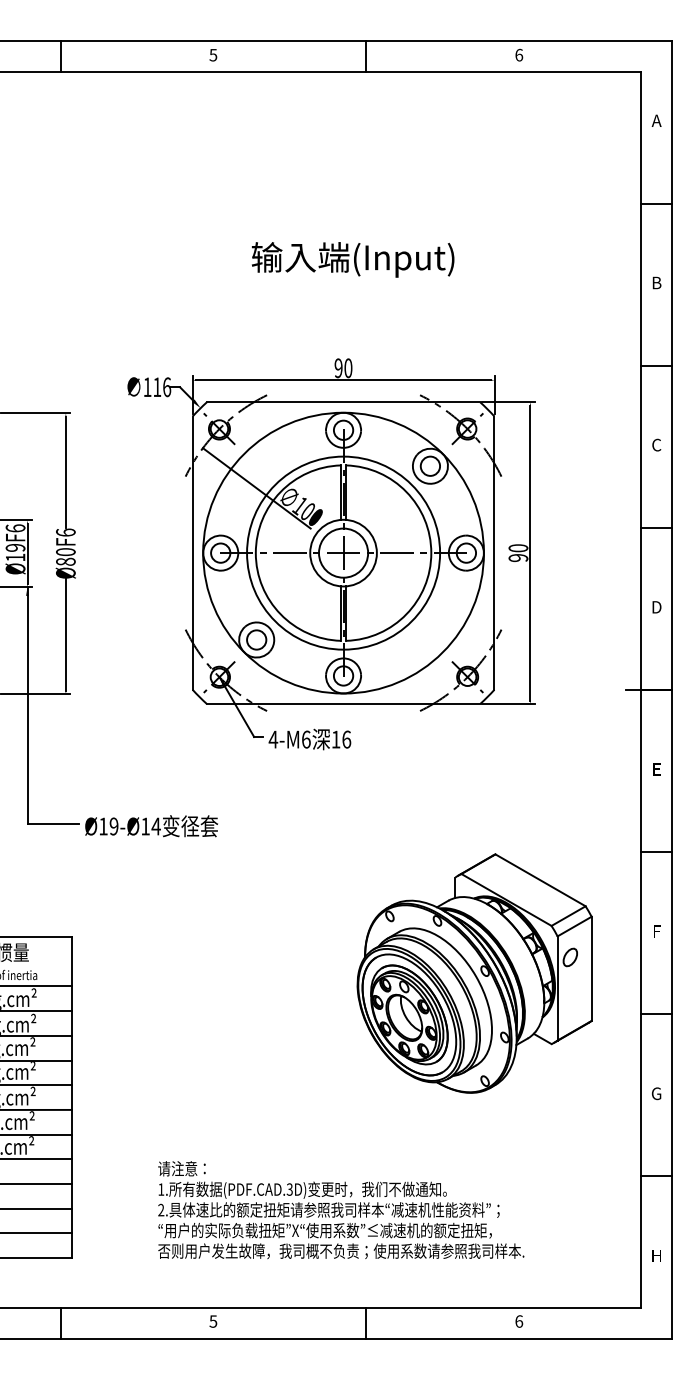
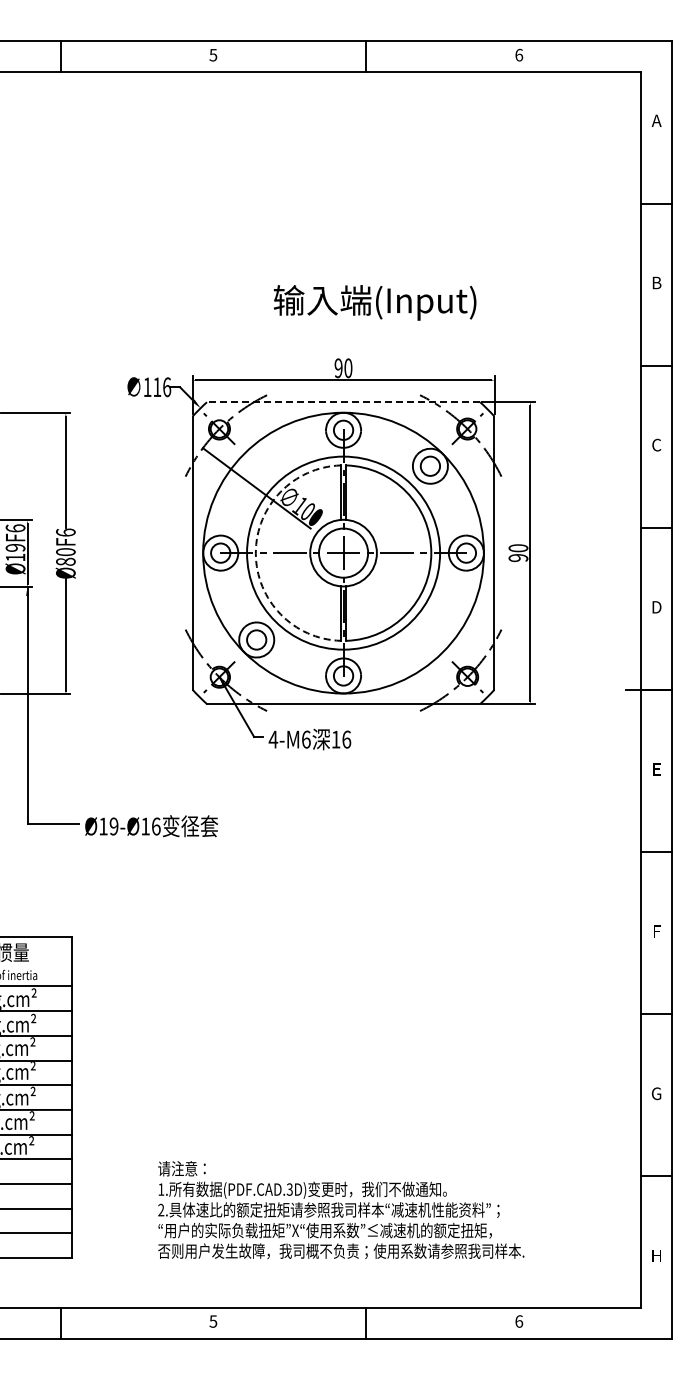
text at (353, 259) position: (353, 259) -> (375, 302)
line at (343, 402): solid -> dashed
arc at (255, 553): solid -> dashed
text at (155, 826): 14 -> 16
part at (474, 973): present -> none
